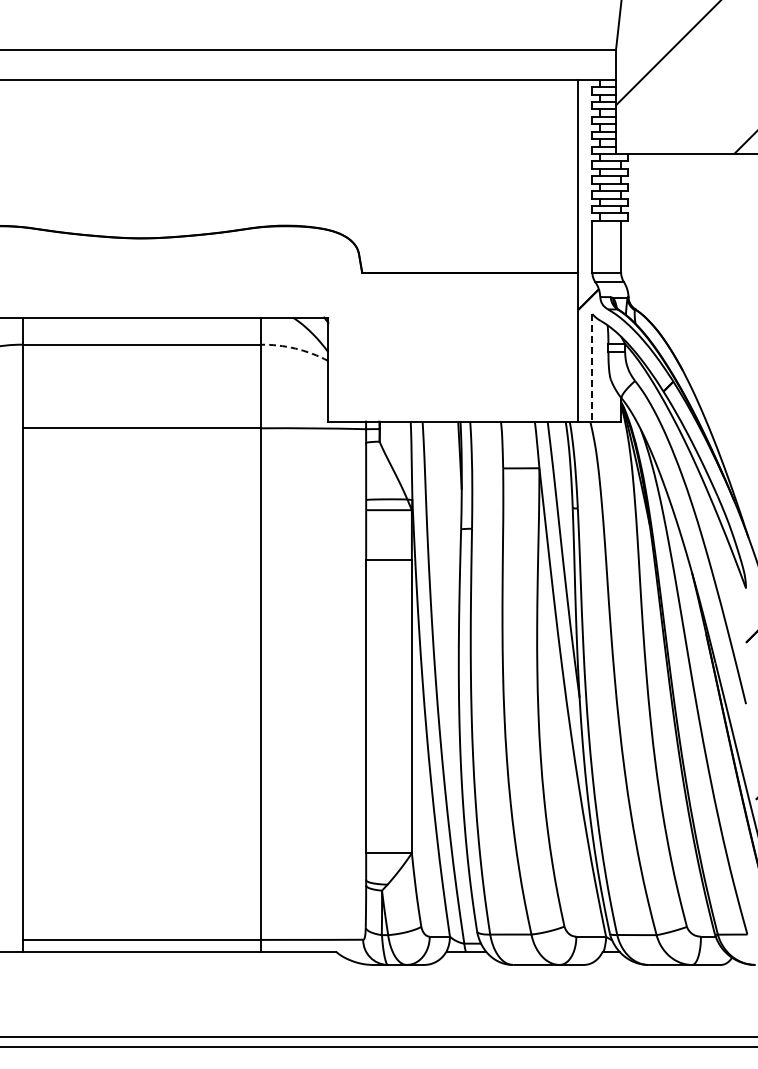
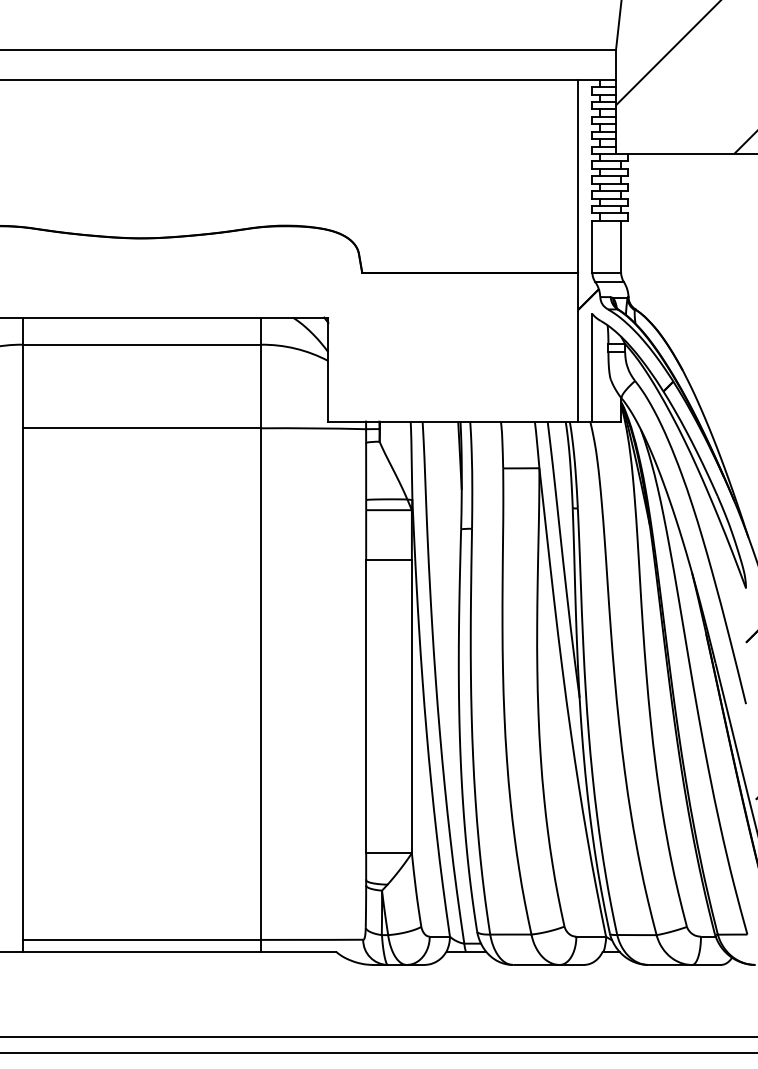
arc at (295, 348): dashed -> solid
line at (592, 367): dashed -> solid
line at (378, 1047) position: (378, 1047) -> (378, 1053)
